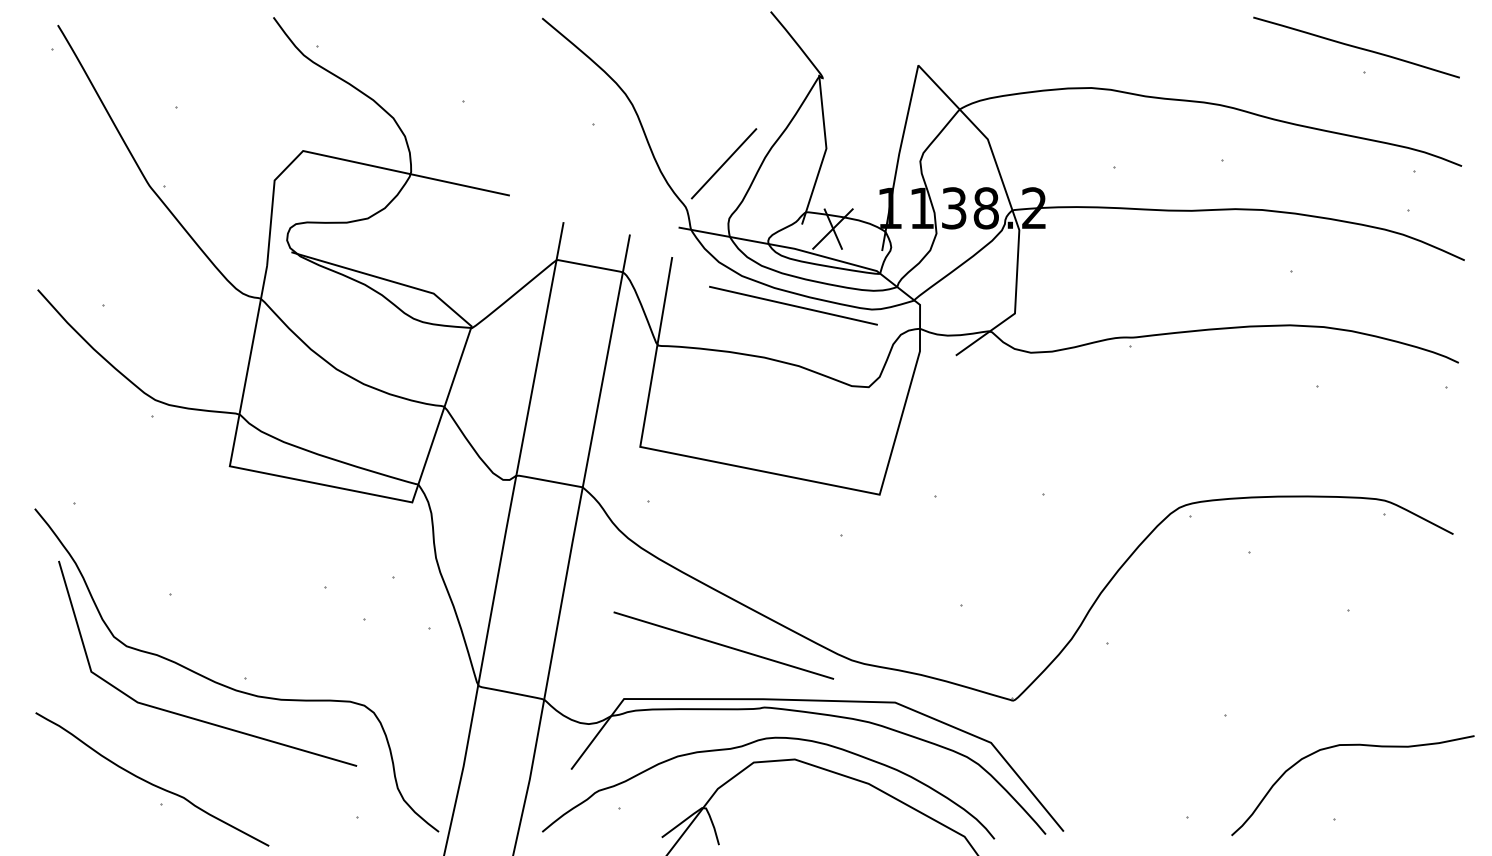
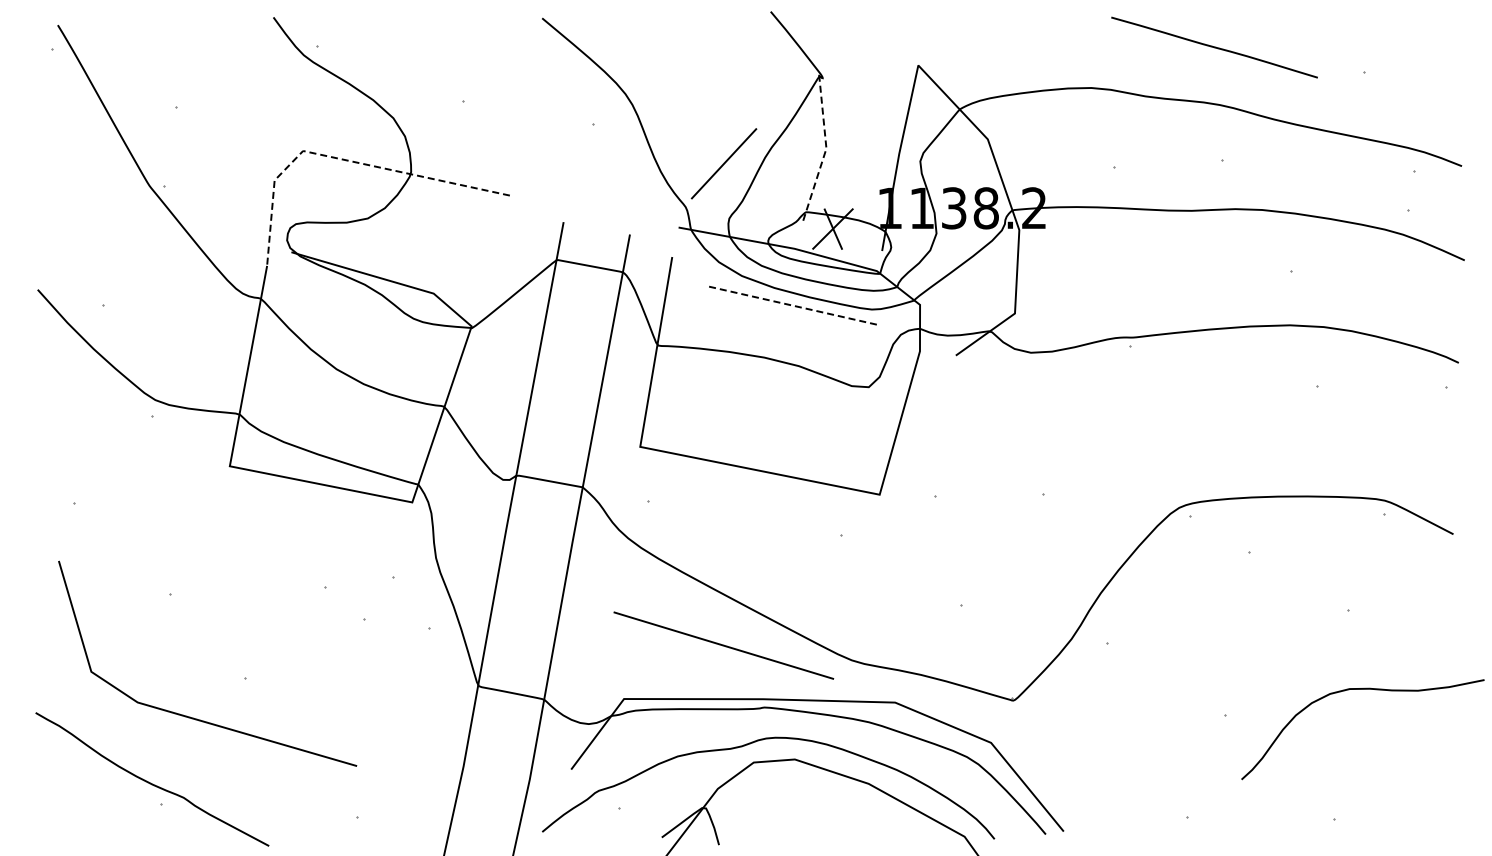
line at (1356, 47) position: (1356, 47) -> (1214, 47)
line at (825, 150): solid -> dashed
line at (343, 159): solid -> dashed
line at (793, 305): solid -> dashed
curve at (229, 686): present -> none
curve at (1352, 745) position: (1352, 745) -> (1362, 689)
